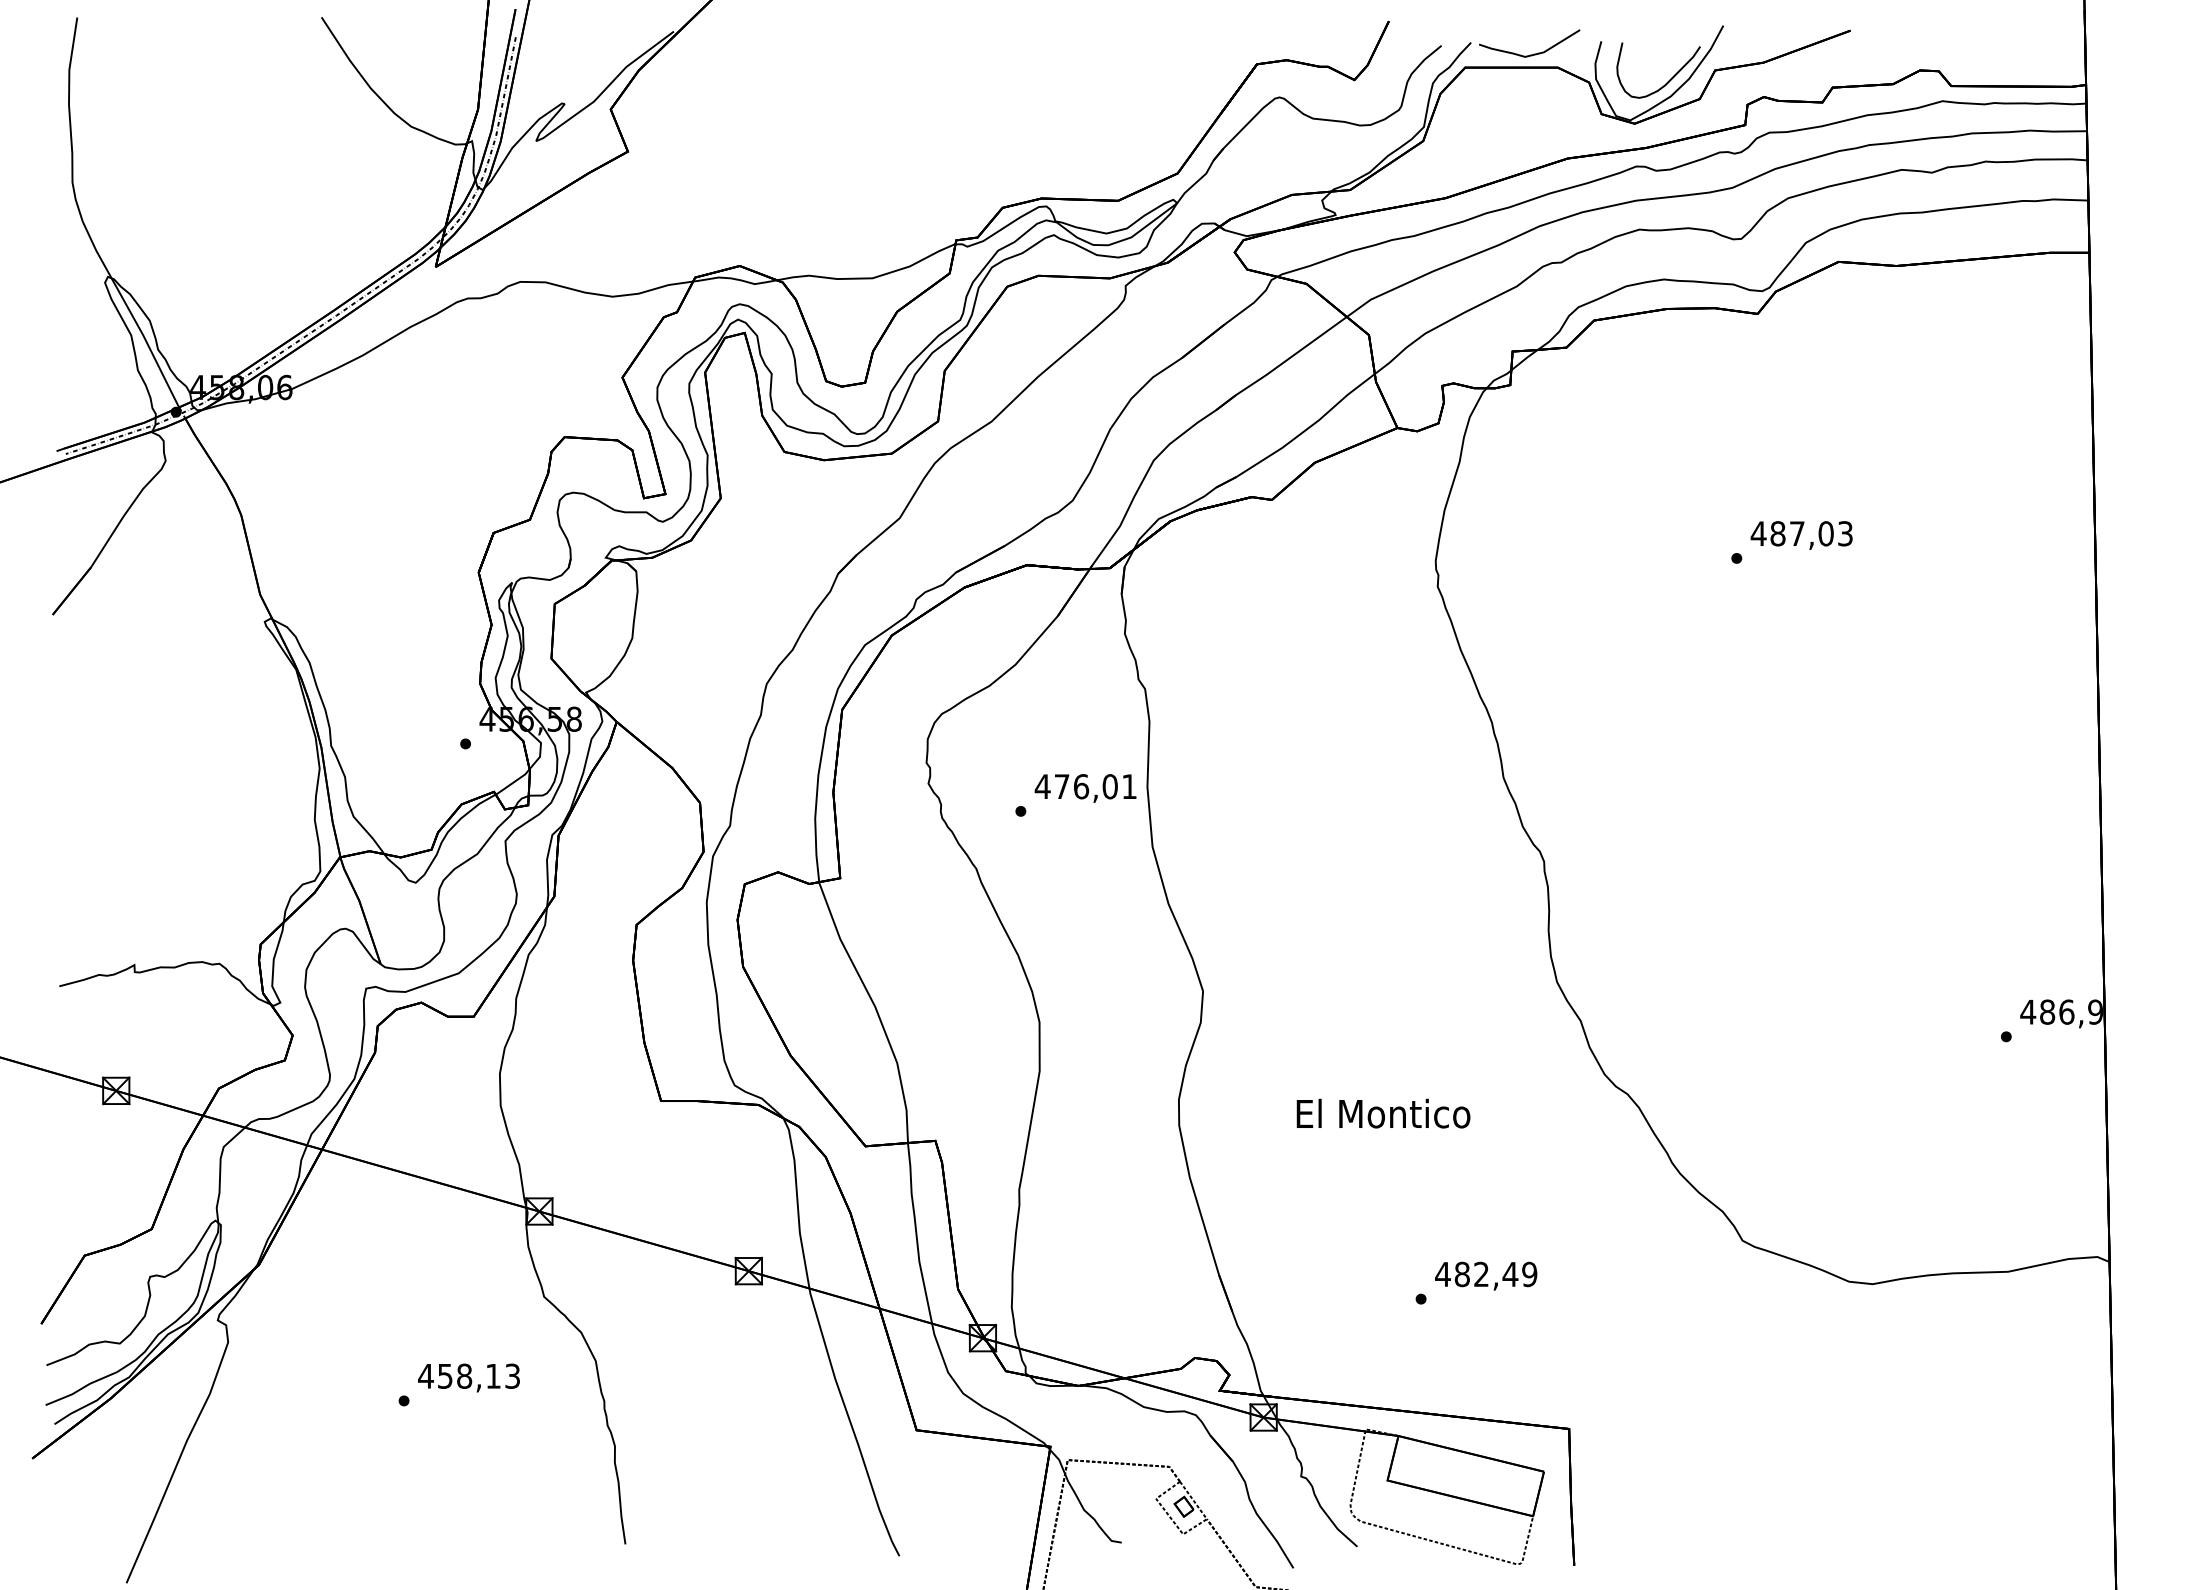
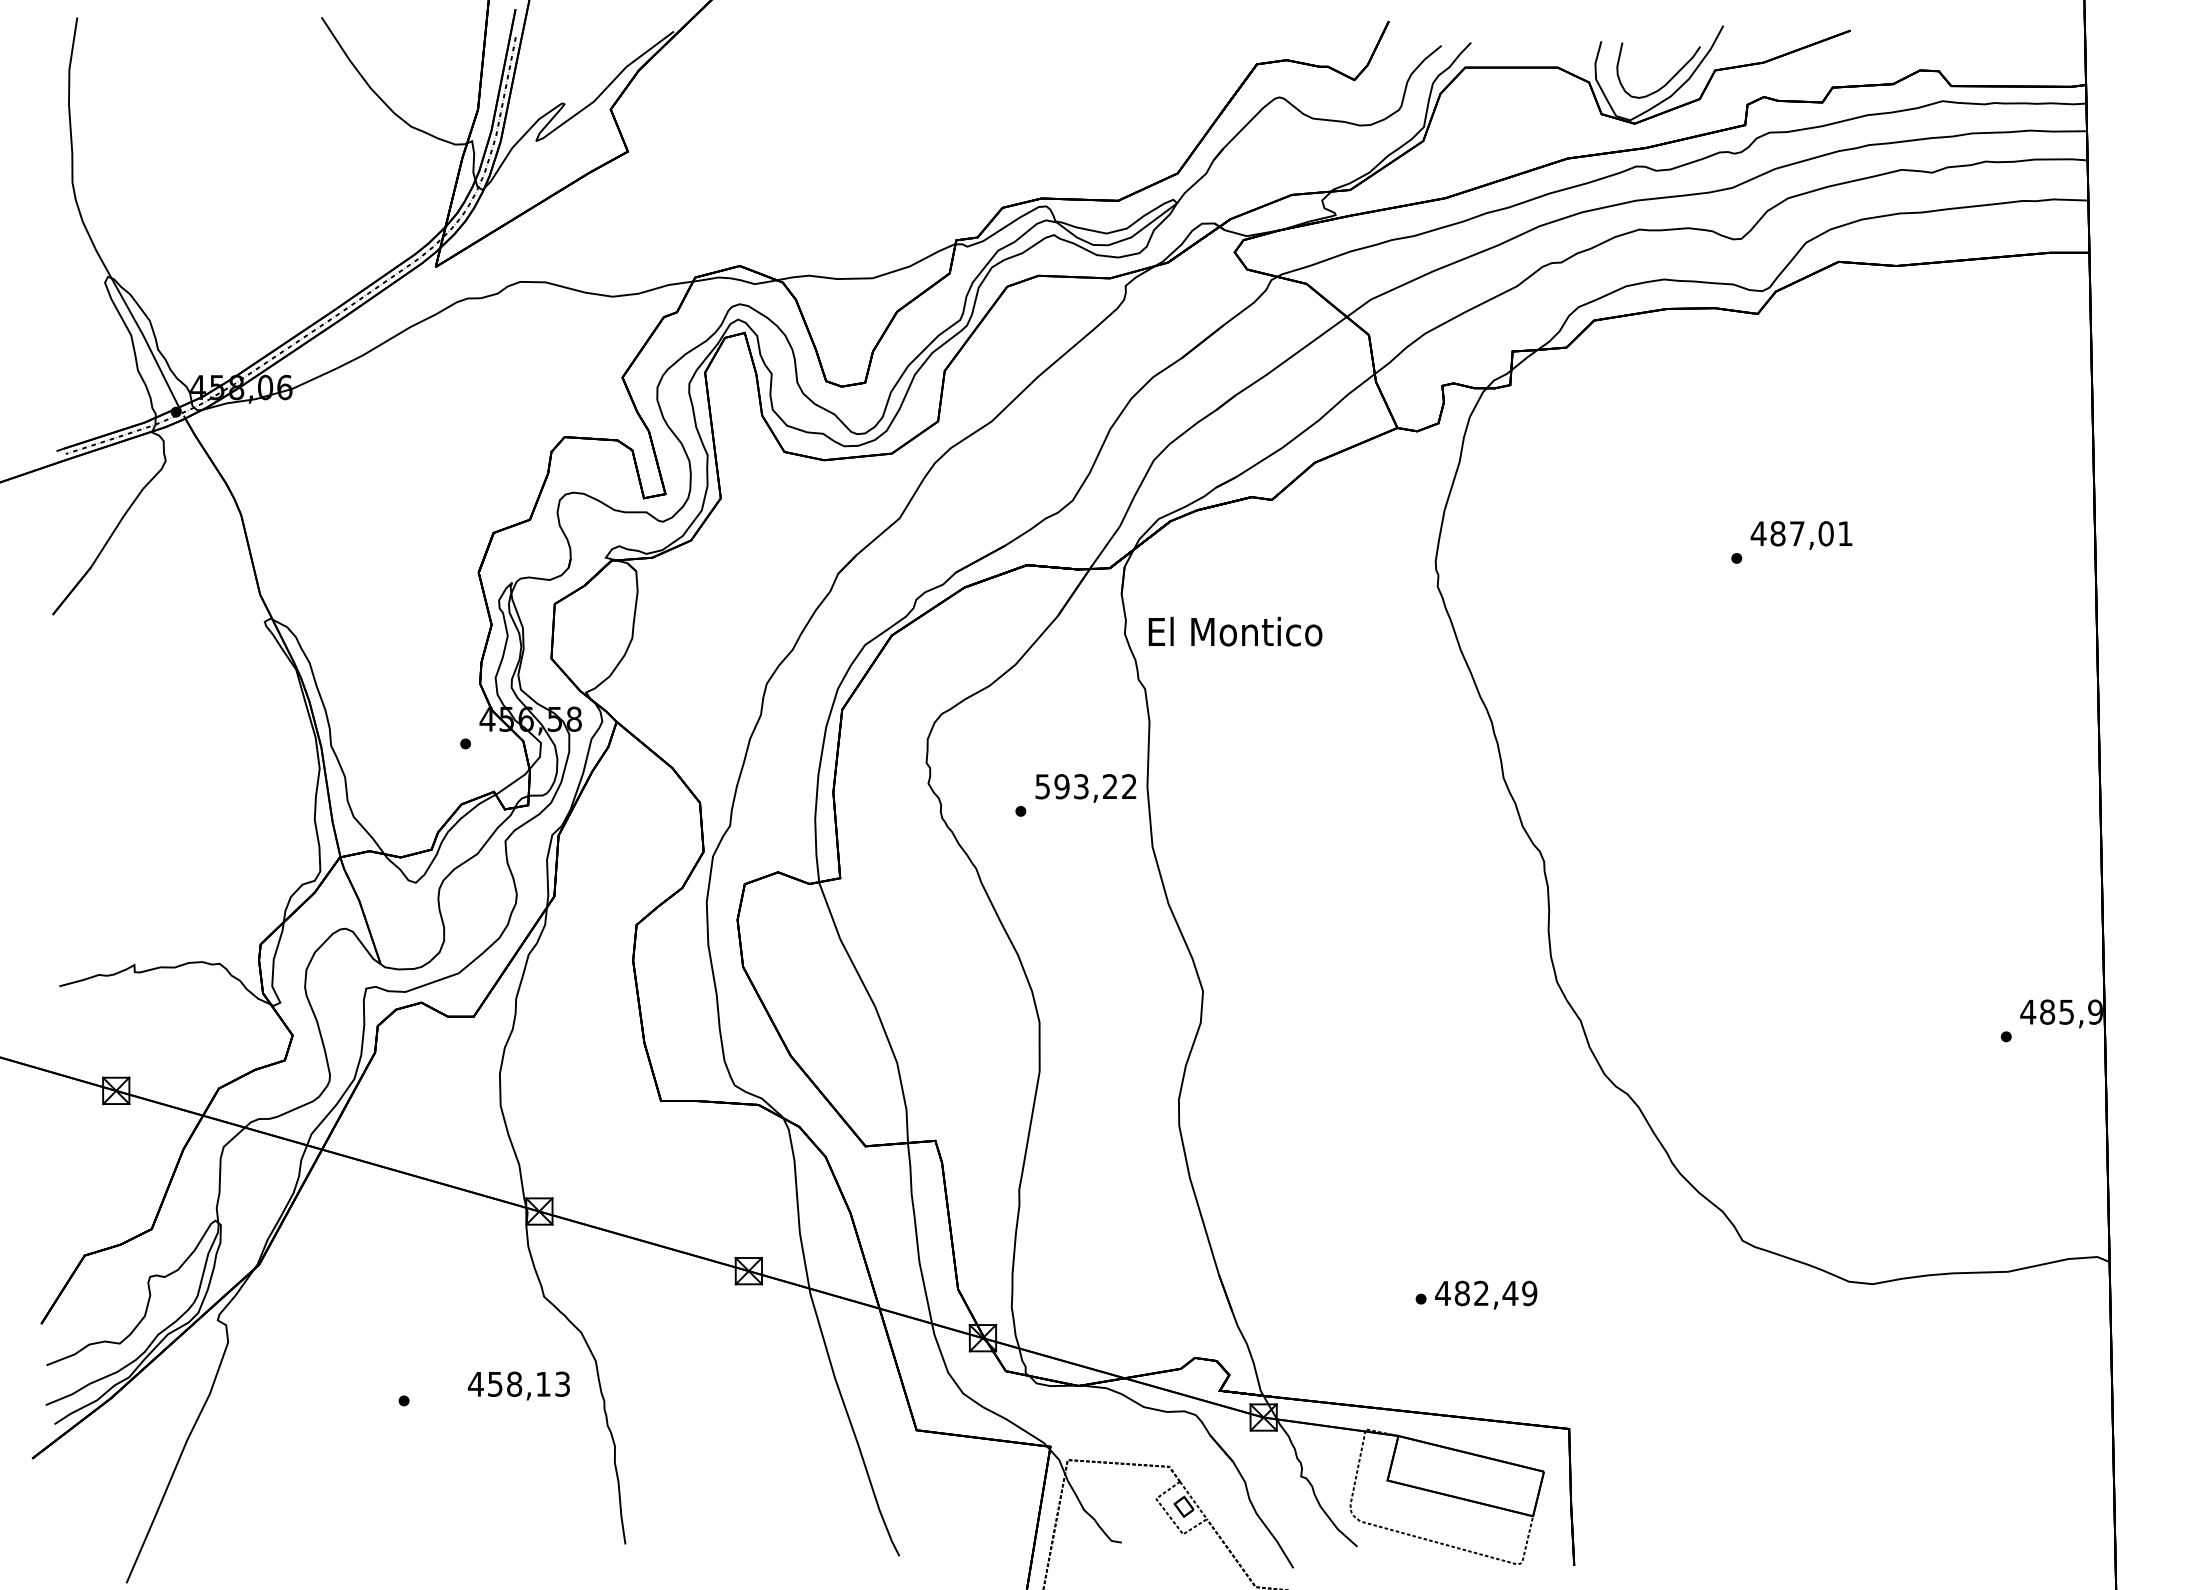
curve at (1530, 54): present -> none
text at (1845, 533): 487,03 -> 487,01
text at (1085, 786): 476,01 -> 593,22
text at (2066, 1011): 486,9 -> 485,9
text at (1383, 1113) position: (1383, 1113) -> (1235, 631)
text at (1486, 1275) position: (1486, 1275) -> (1486, 1294)
text at (468, 1377) position: (468, 1377) -> (518, 1385)
